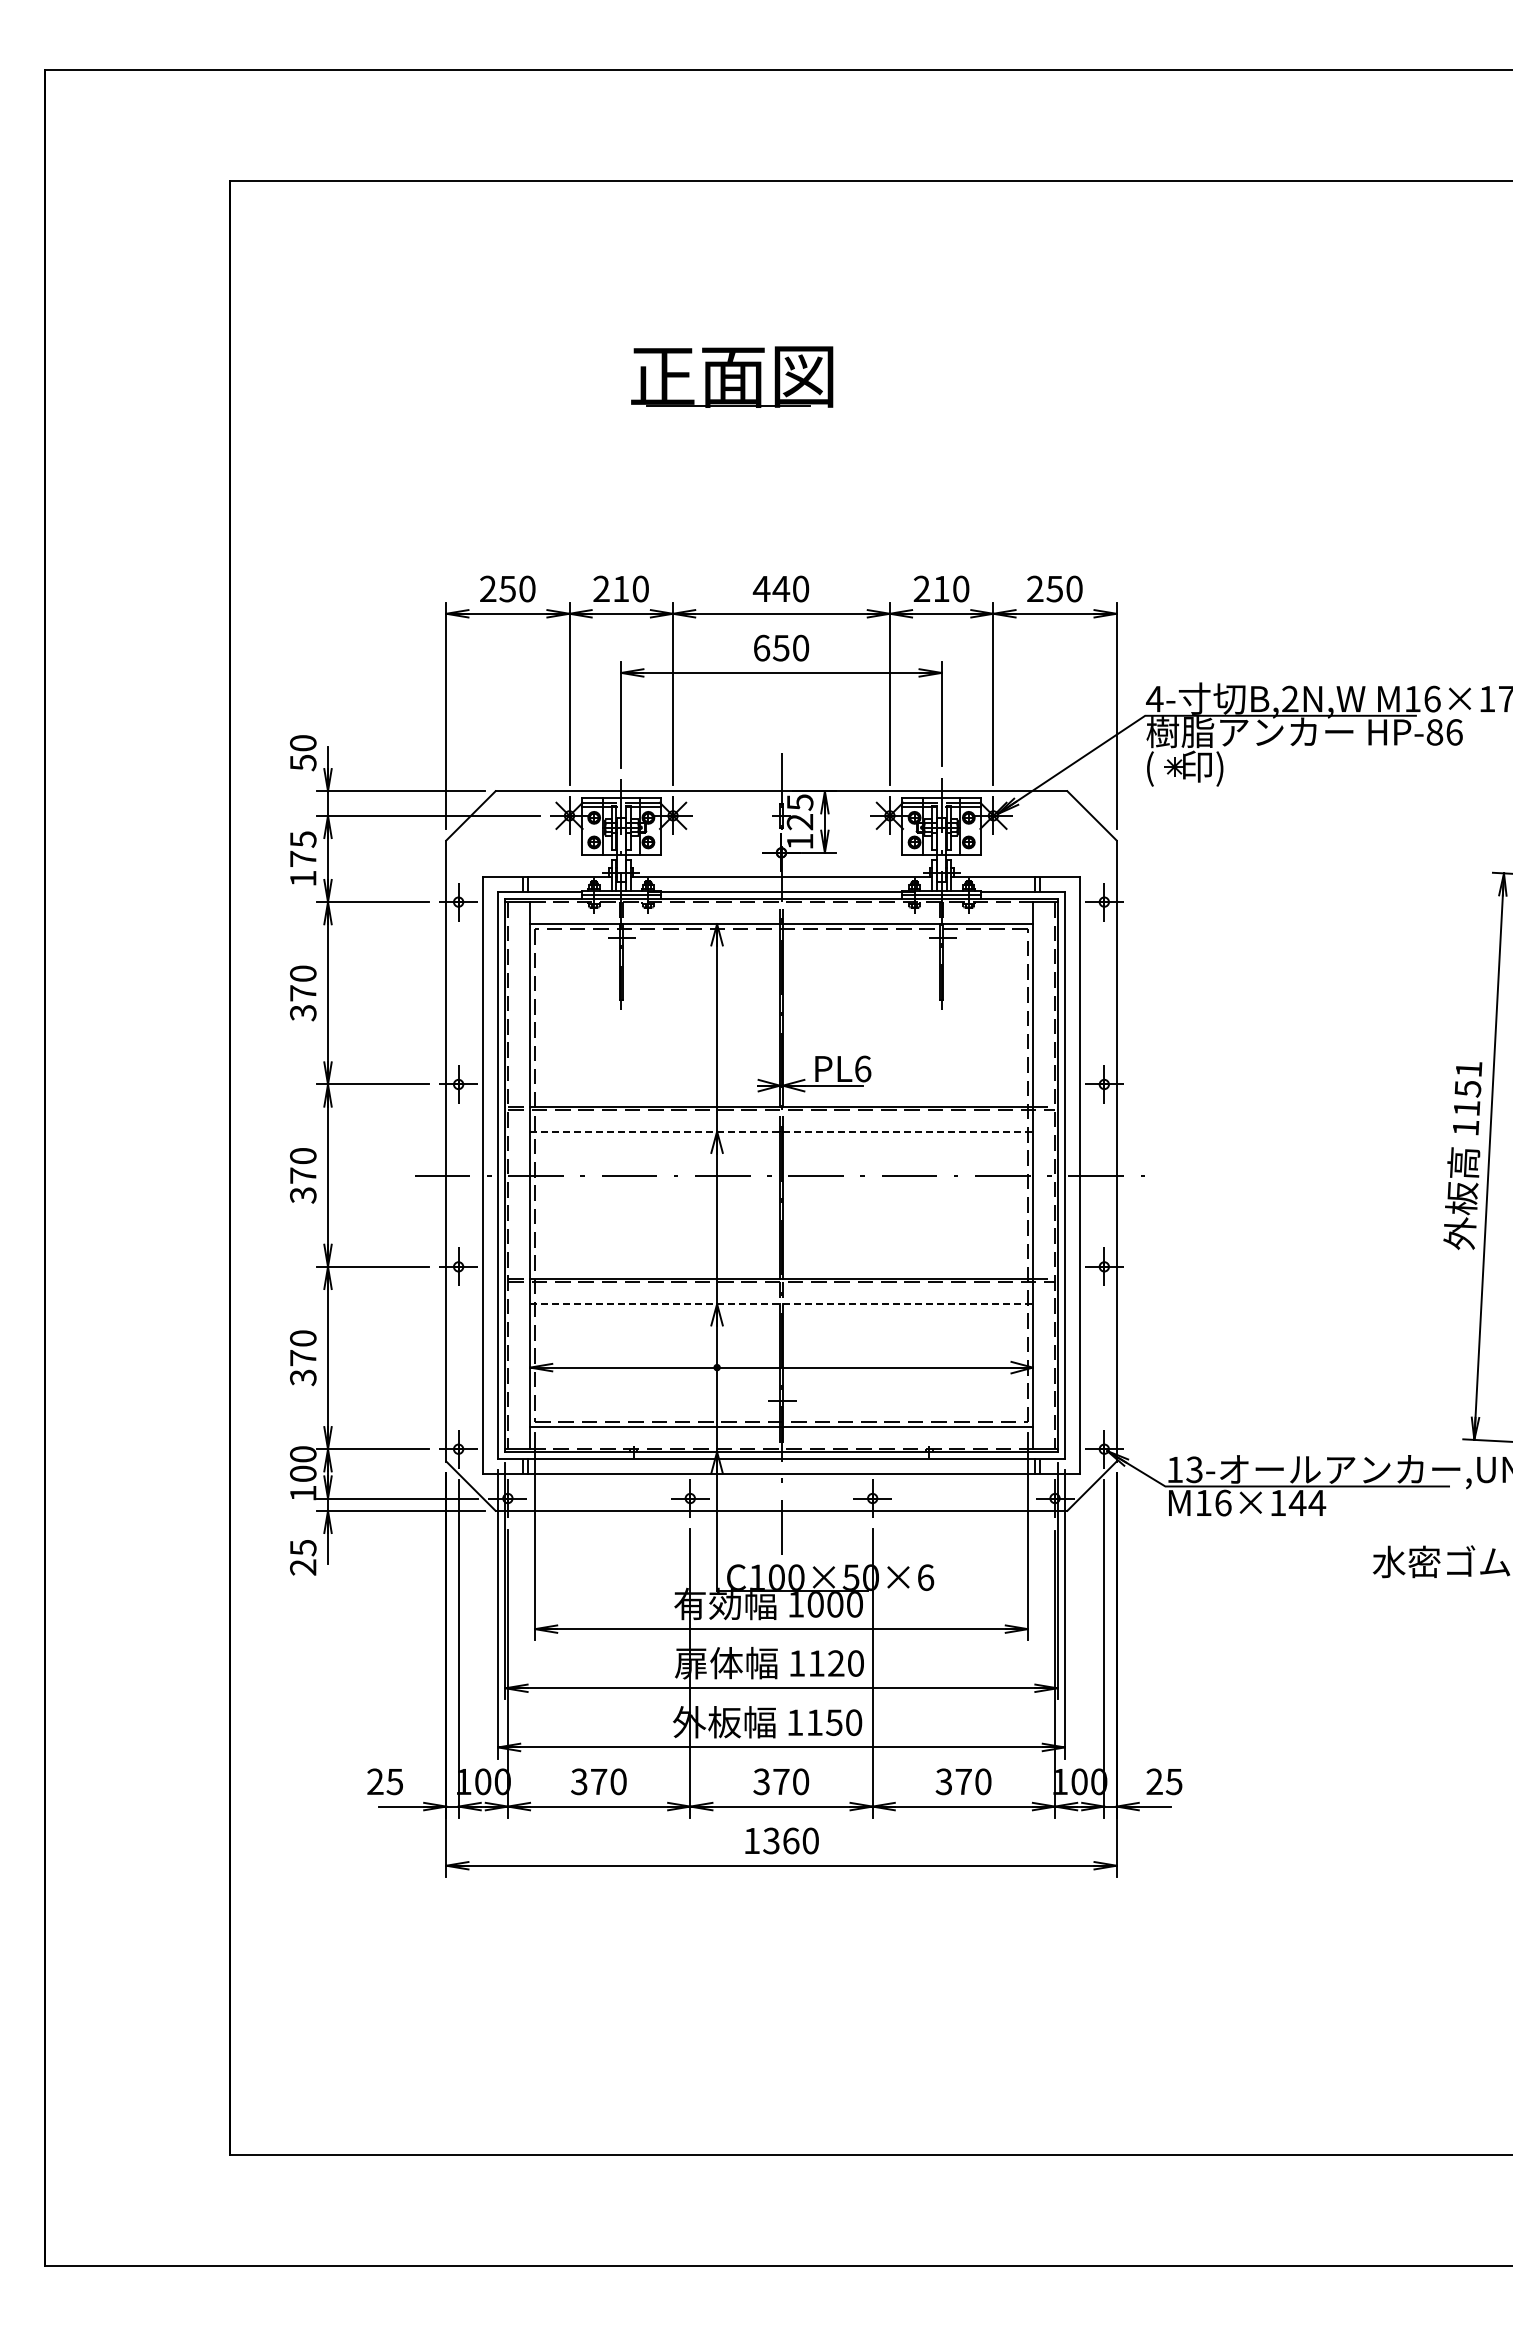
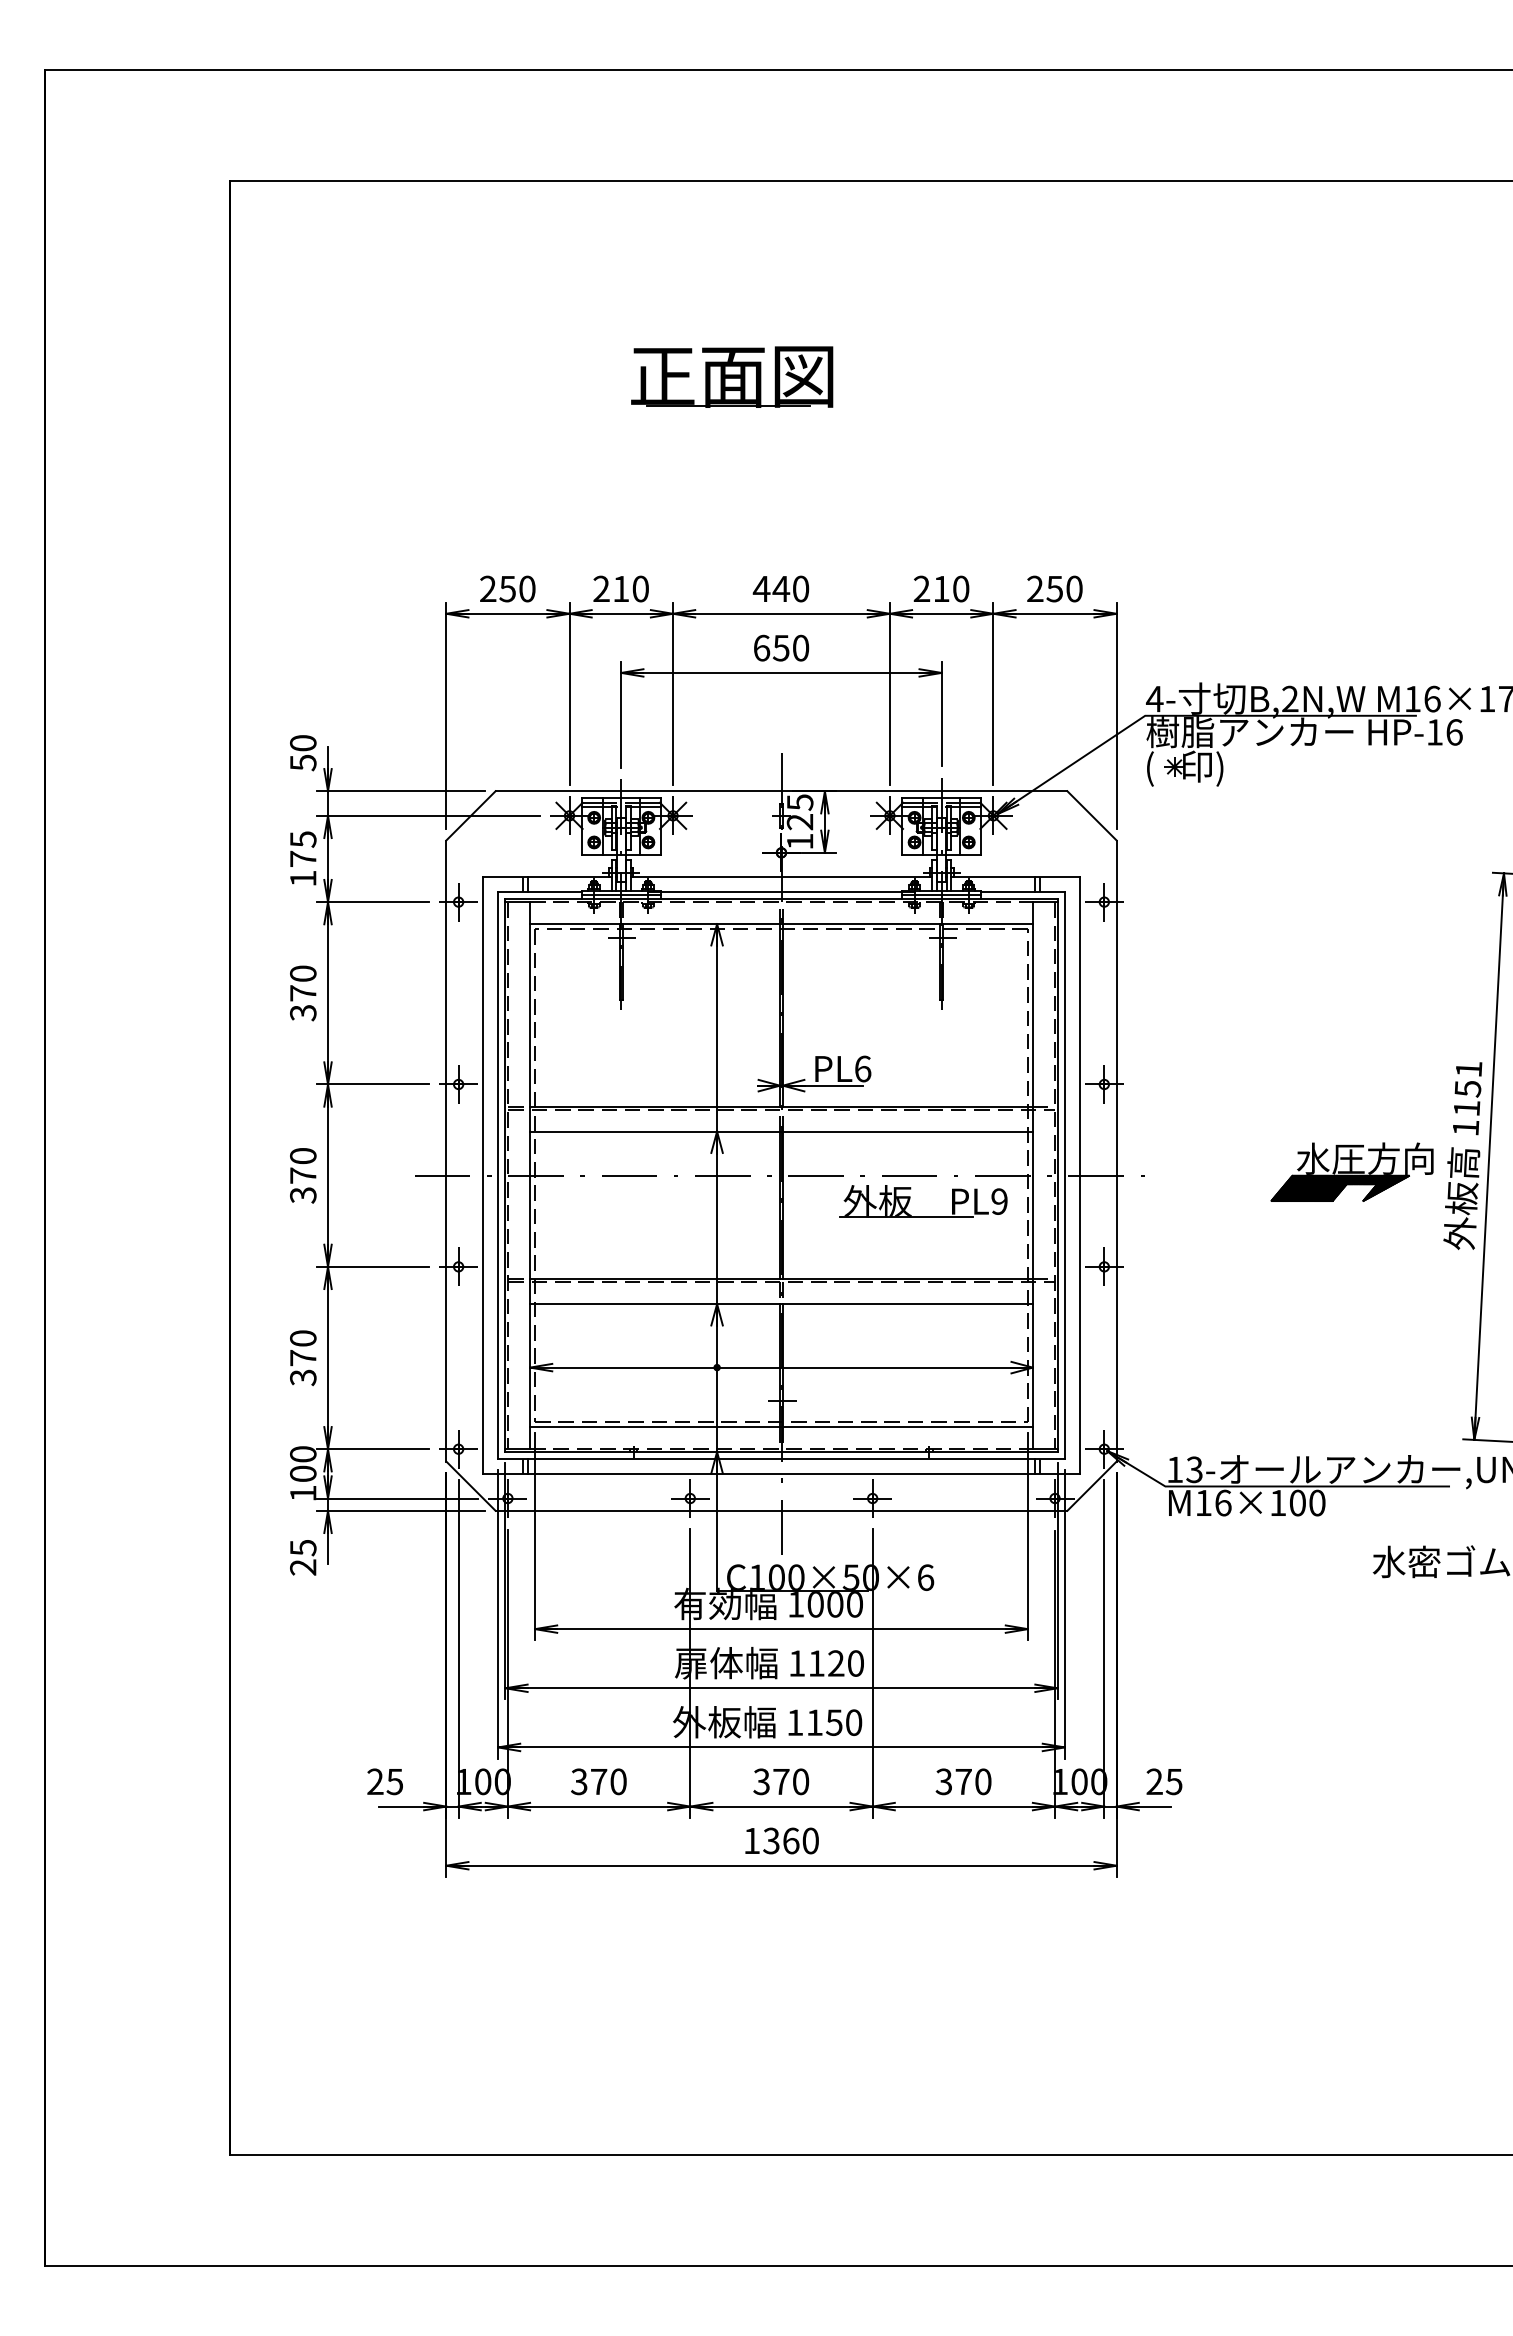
text at (1434, 732): HP-86 -> HP-16
line at (782, 1131): dashed -> solid
part at (1351, 1171): none -> present
part at (910, 1199): none -> present
line at (782, 1304): dashed -> solid
text at (1307, 1502): M16×144 -> M16×100
